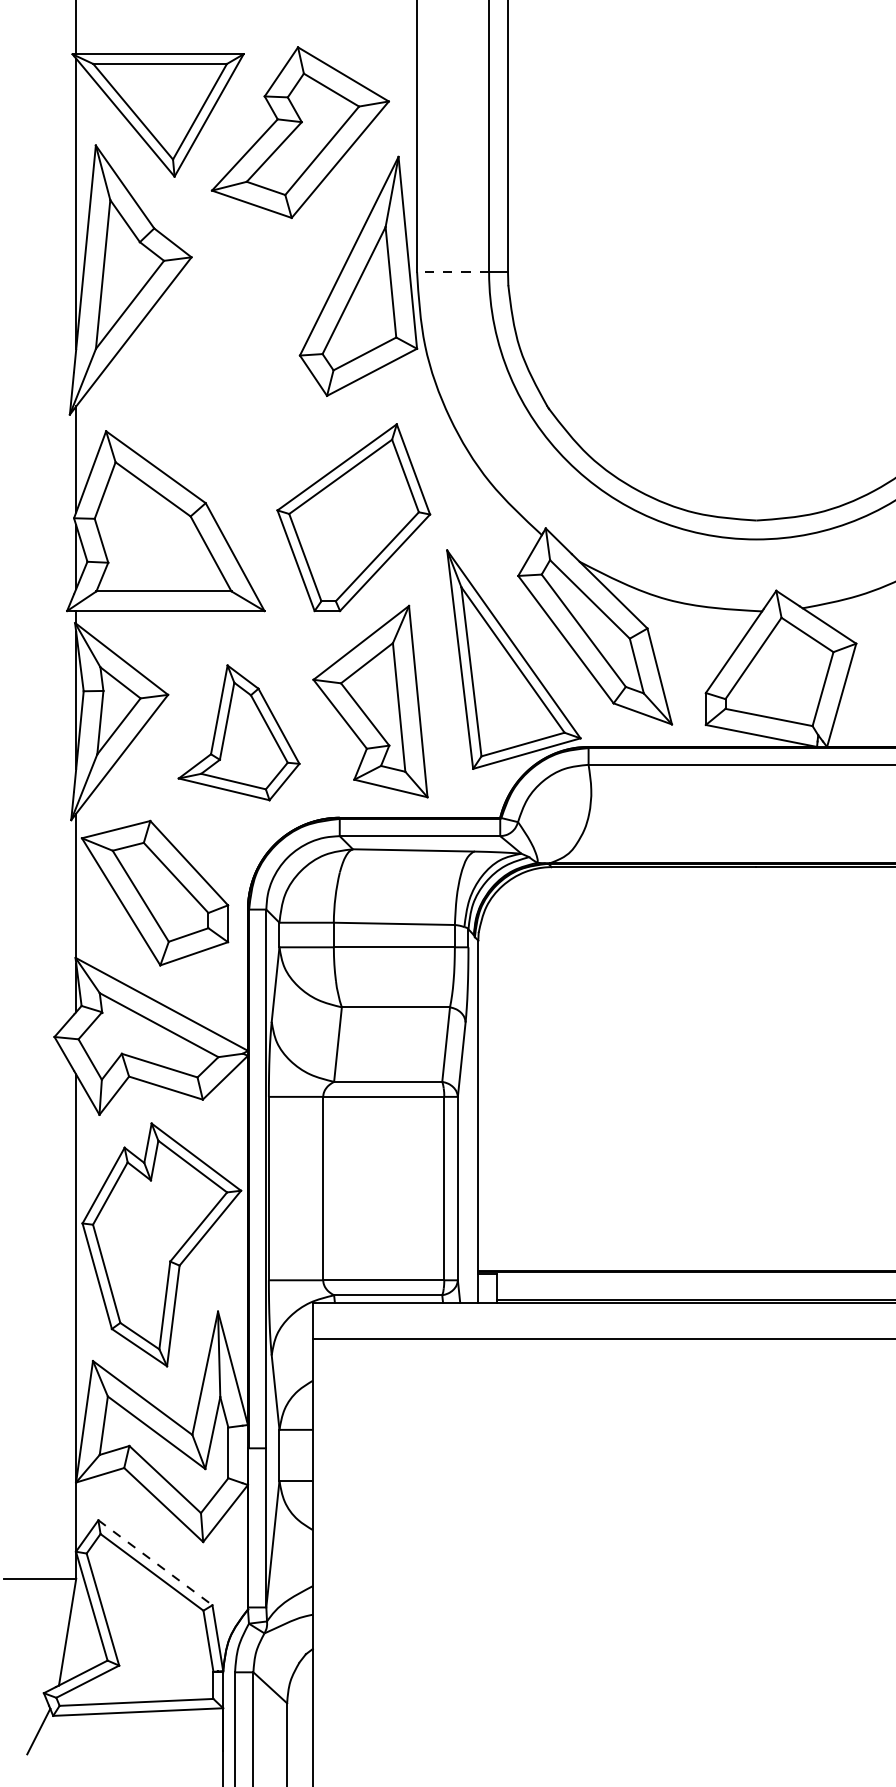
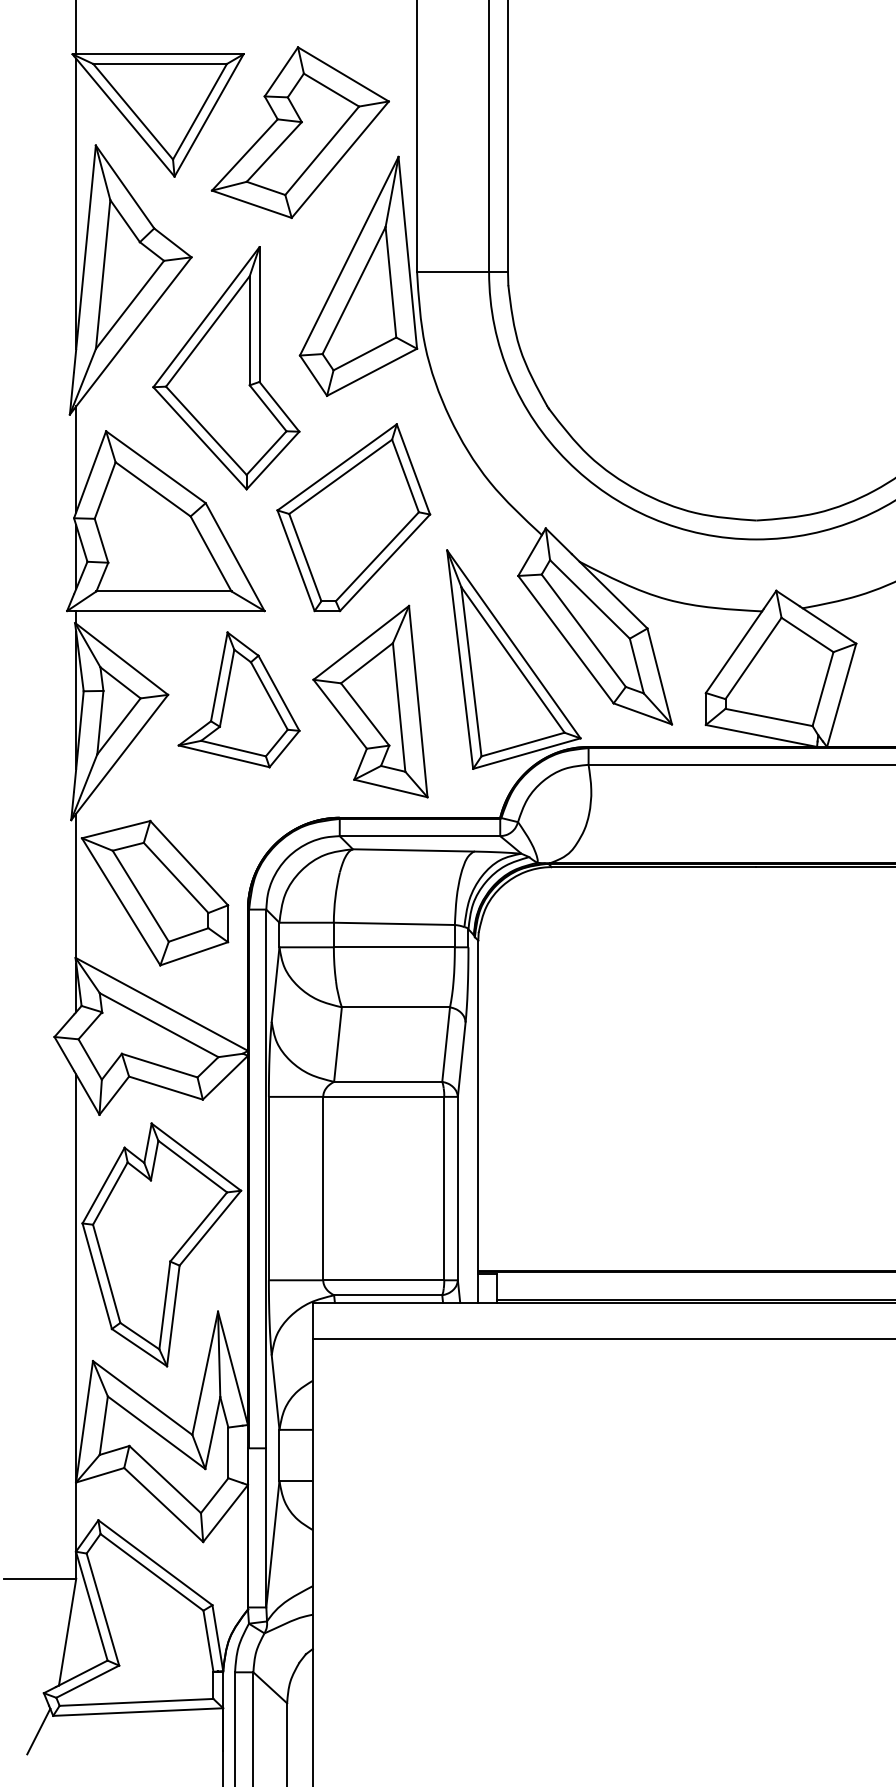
line at (452, 272): dashed -> solid
part at (226, 368): none -> present
part at (238, 732) position: (238, 732) -> (238, 699)
line at (155, 1563): dashed -> solid
